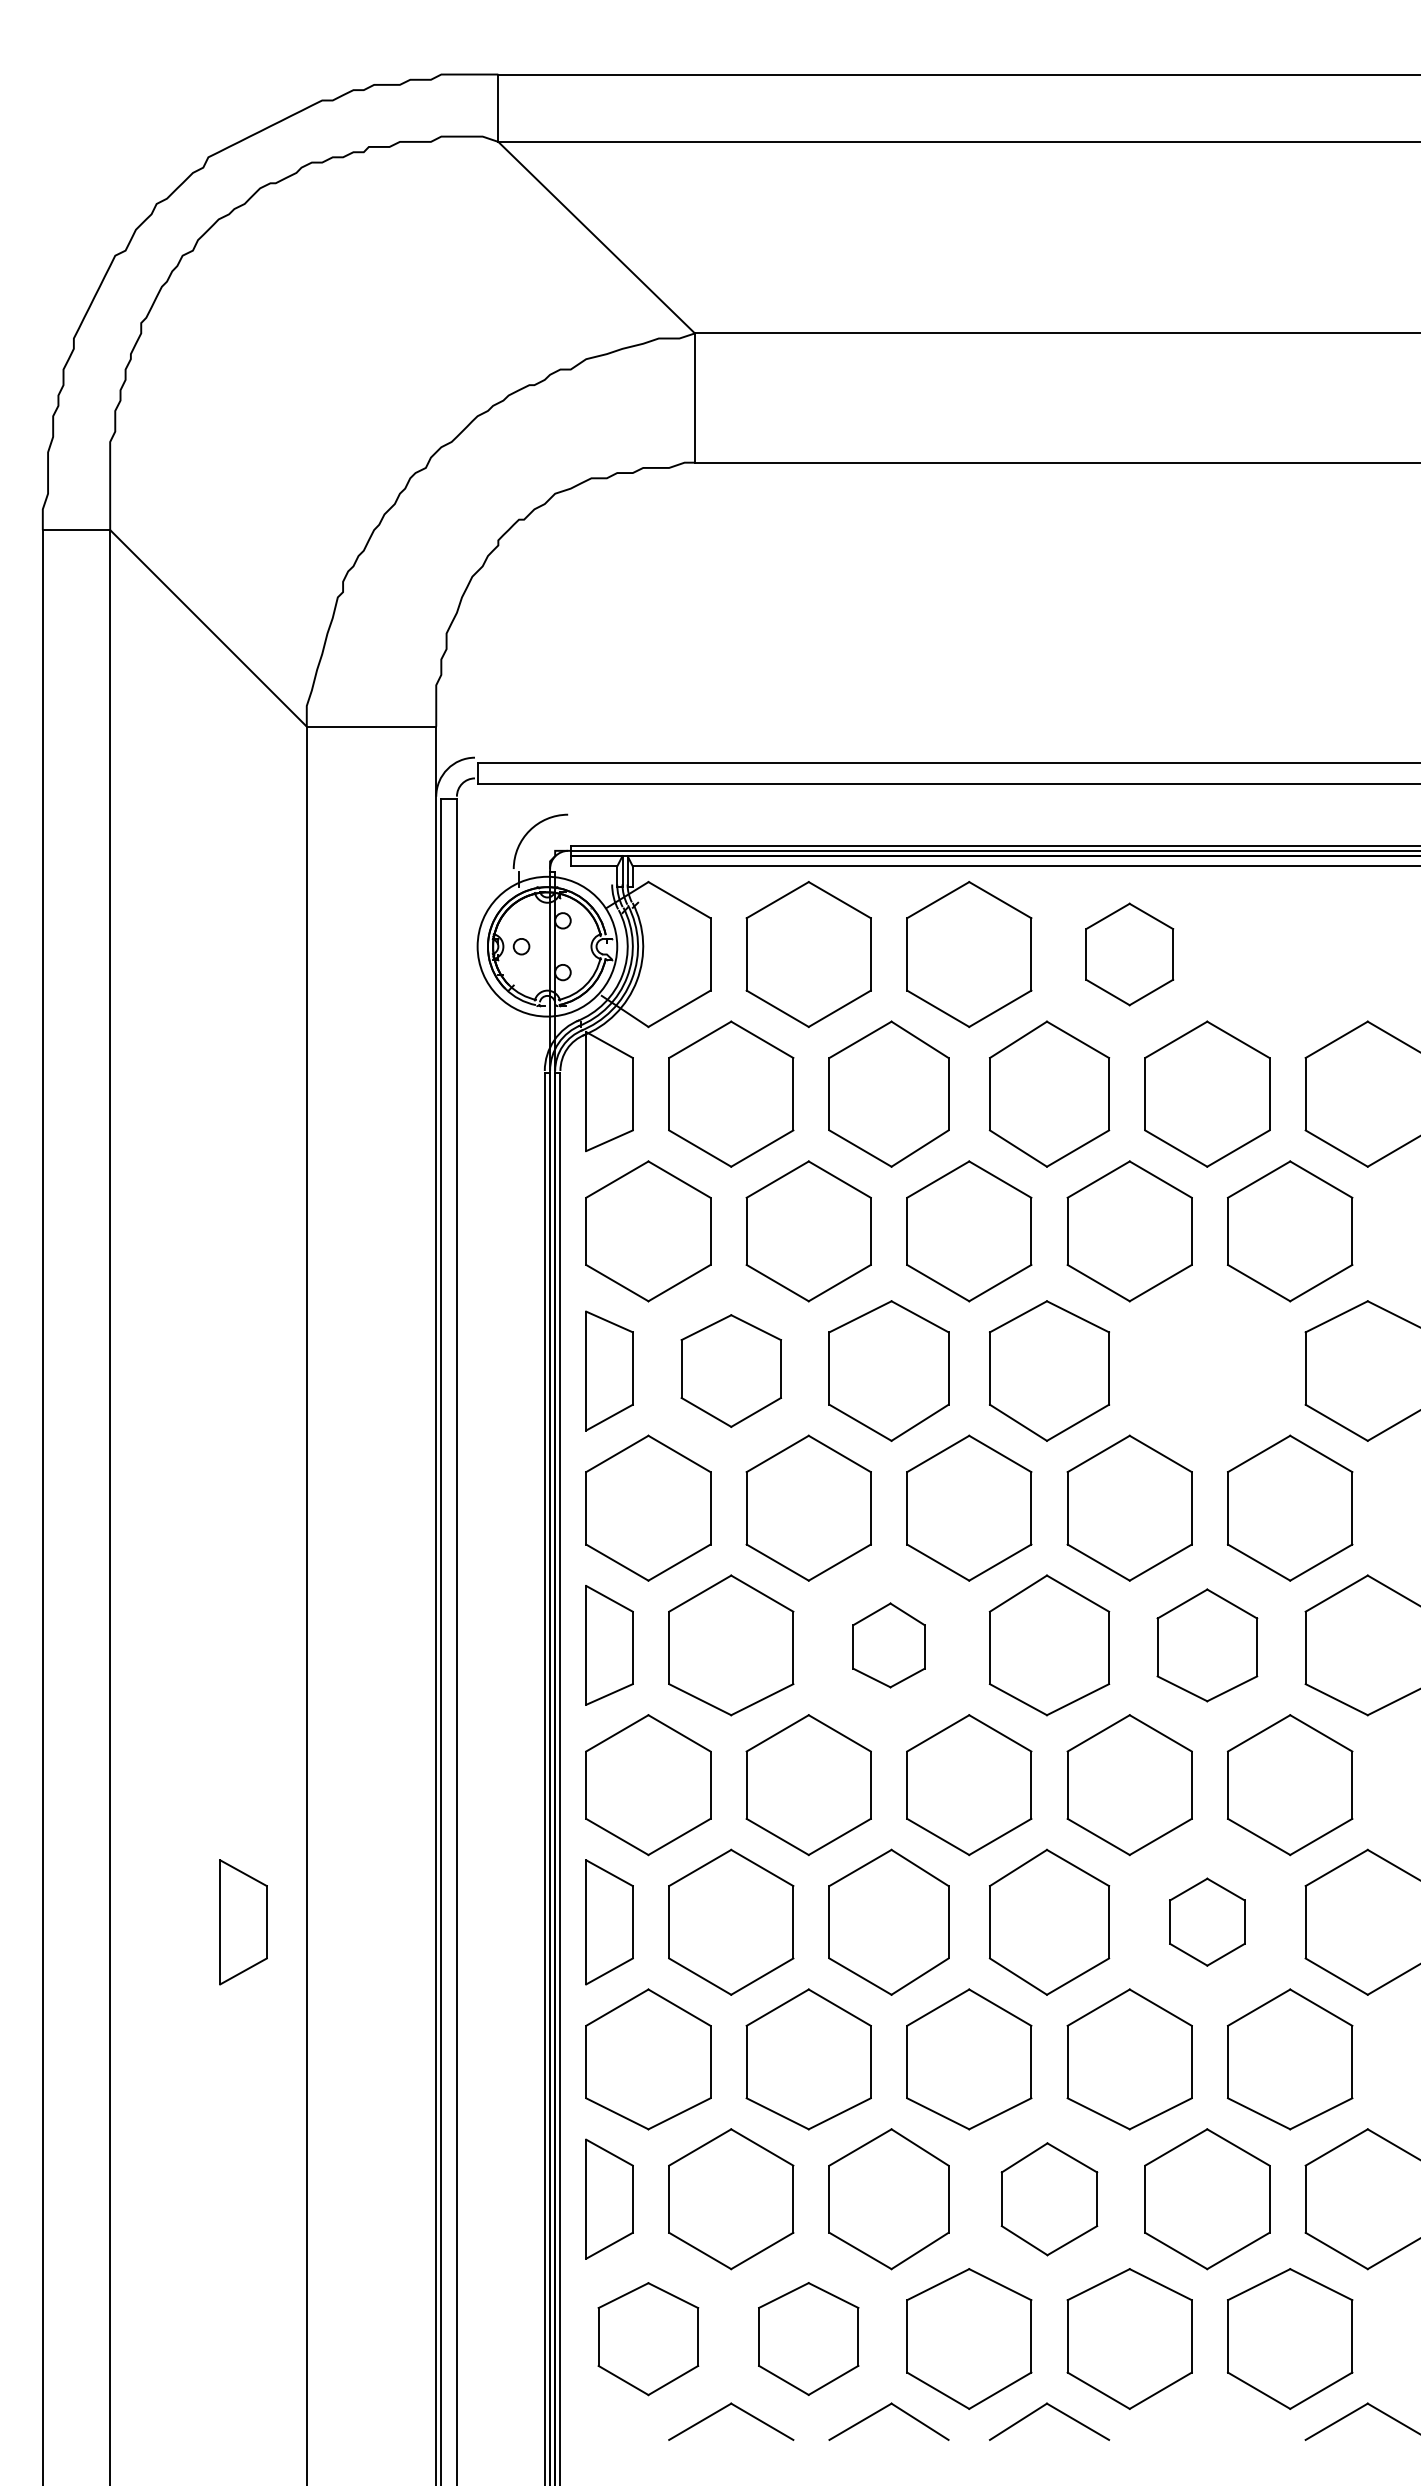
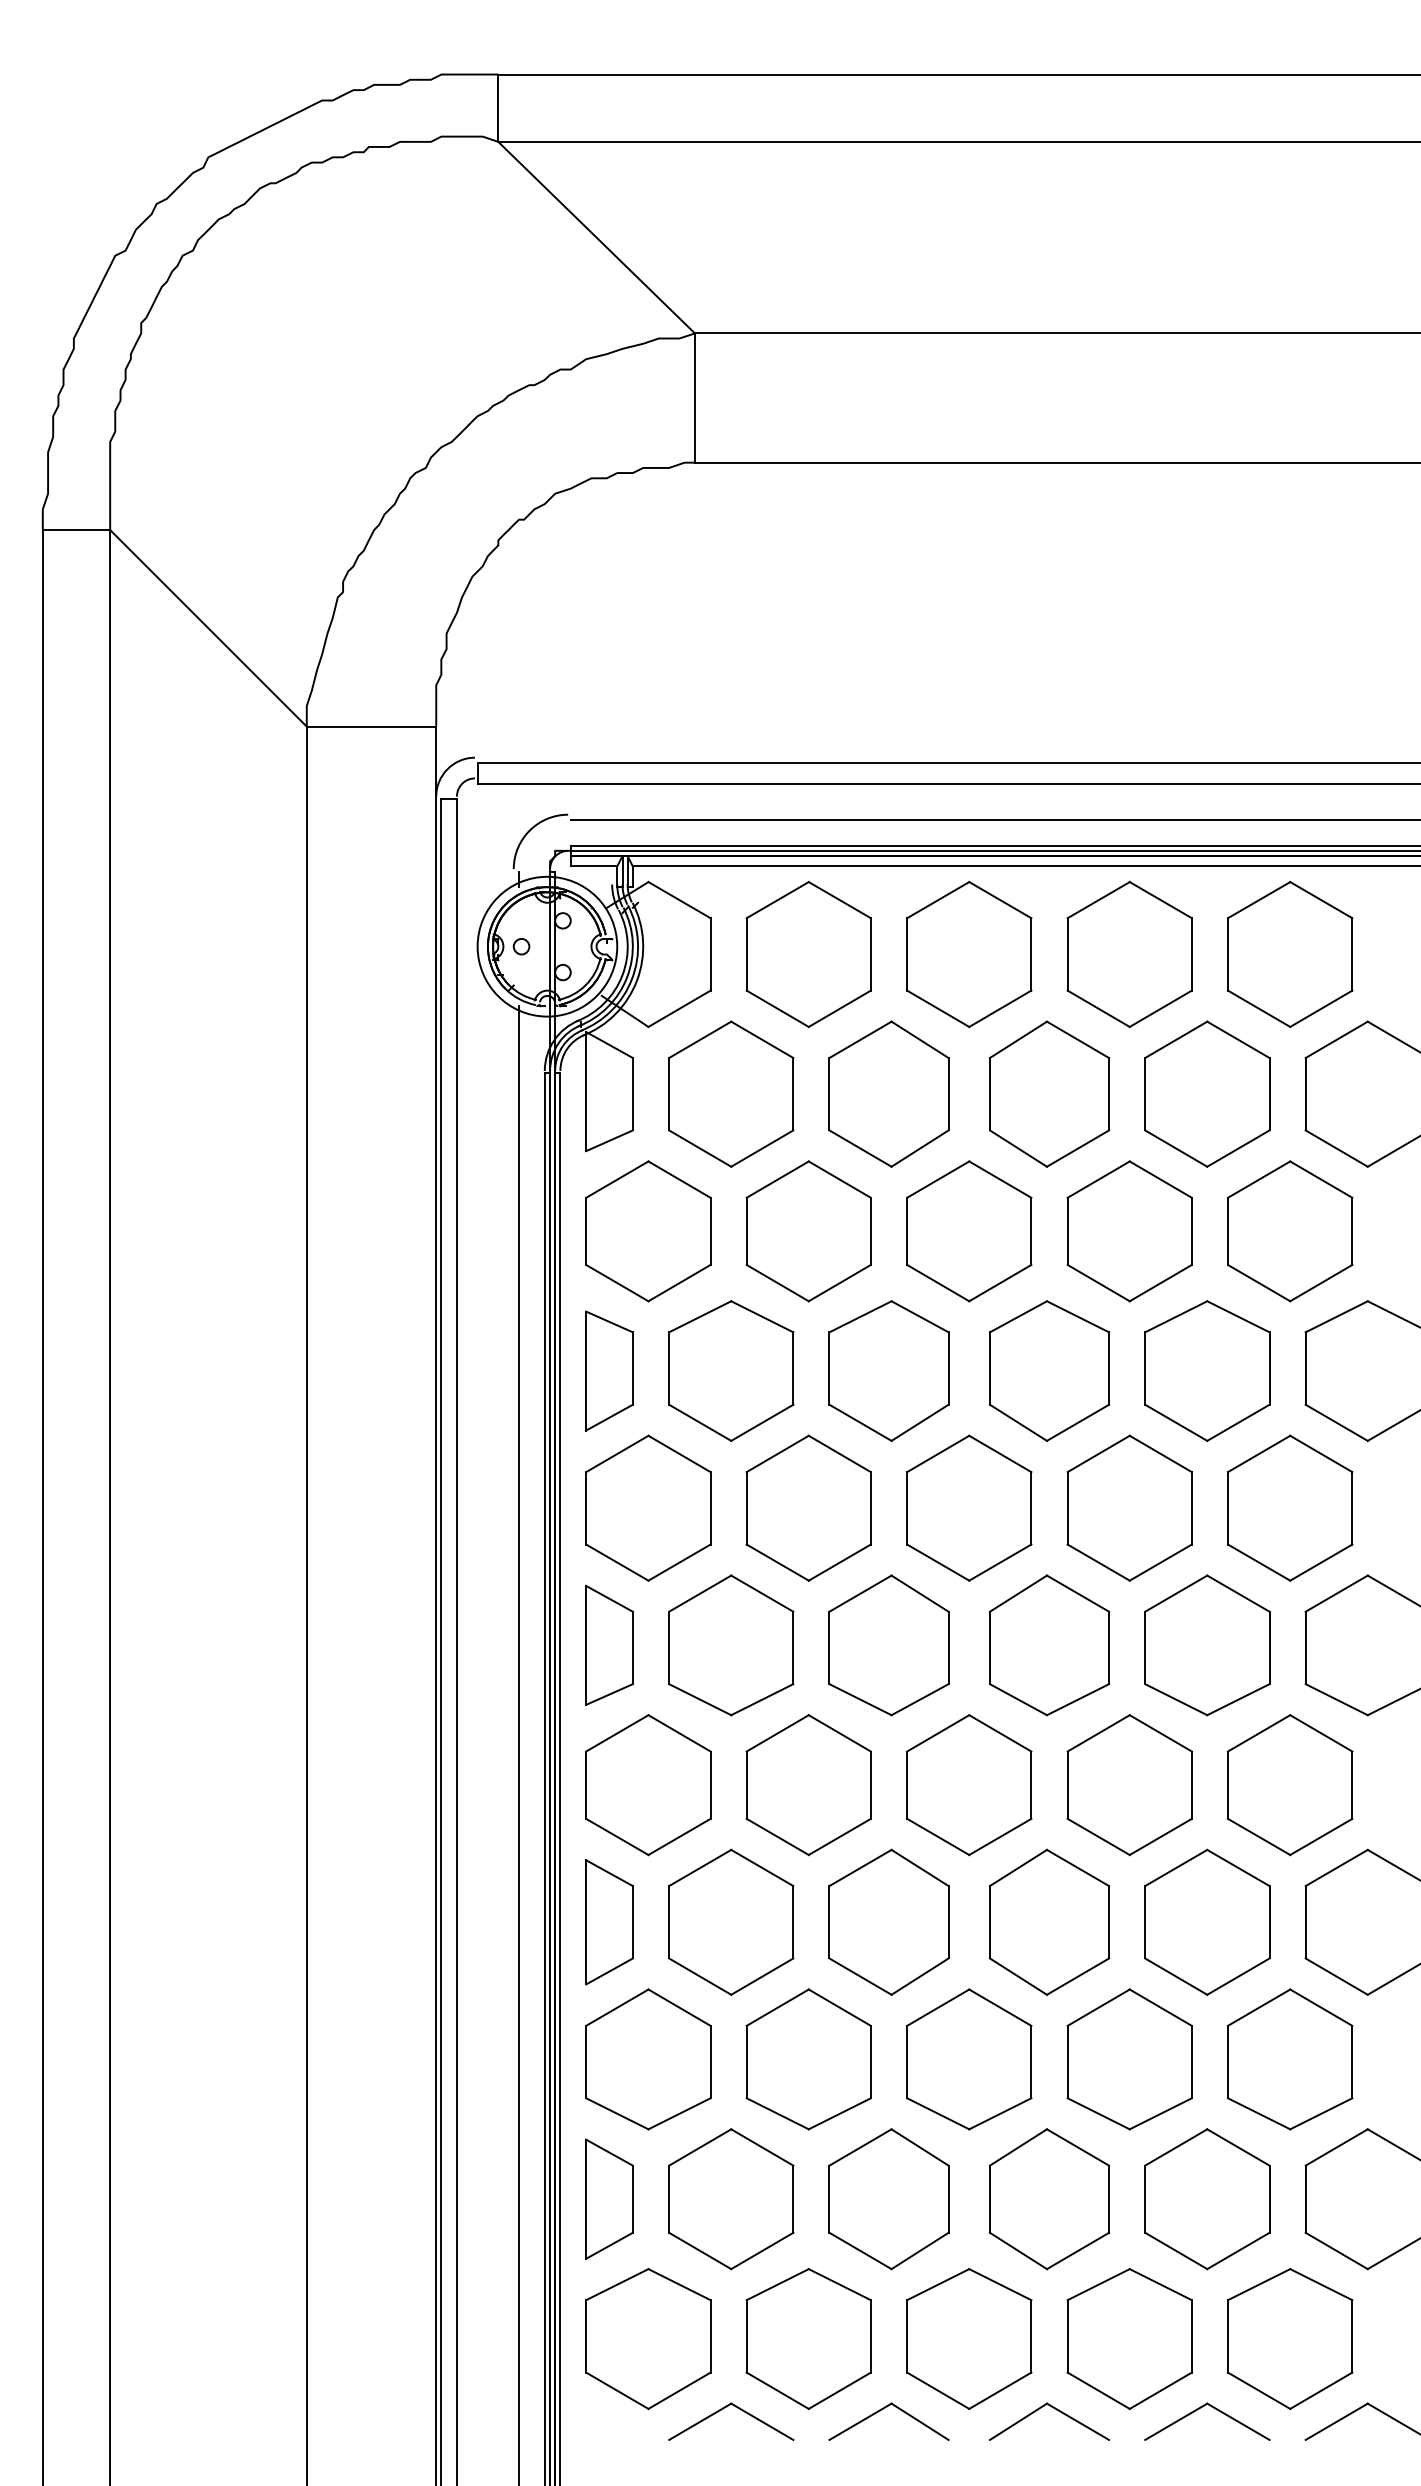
line at (993, 819): none -> present
part at (1129, 954) size: 90x105 px -> 127x147 px
part at (1290, 954): none -> present
part at (730, 1370) size: 102x114 px -> 127x142 px
part at (1207, 1370): none -> present
part at (888, 1645) size: 74x87 px -> 122x143 px
part at (1207, 1645) size: 103x115 px -> 127x143 px
line at (519, 1744): none -> present
part at (1207, 1921) size: 77x90 px -> 127x148 px
part at (243, 1922): present -> none
part at (1049, 2199) size: 99x115 px -> 123x143 px
part at (808, 2338) size: 102x114 px -> 127x142 px
part at (648, 2339) size: 103x115 px -> 127x143 px
part at (1216, 2410): none -> present
